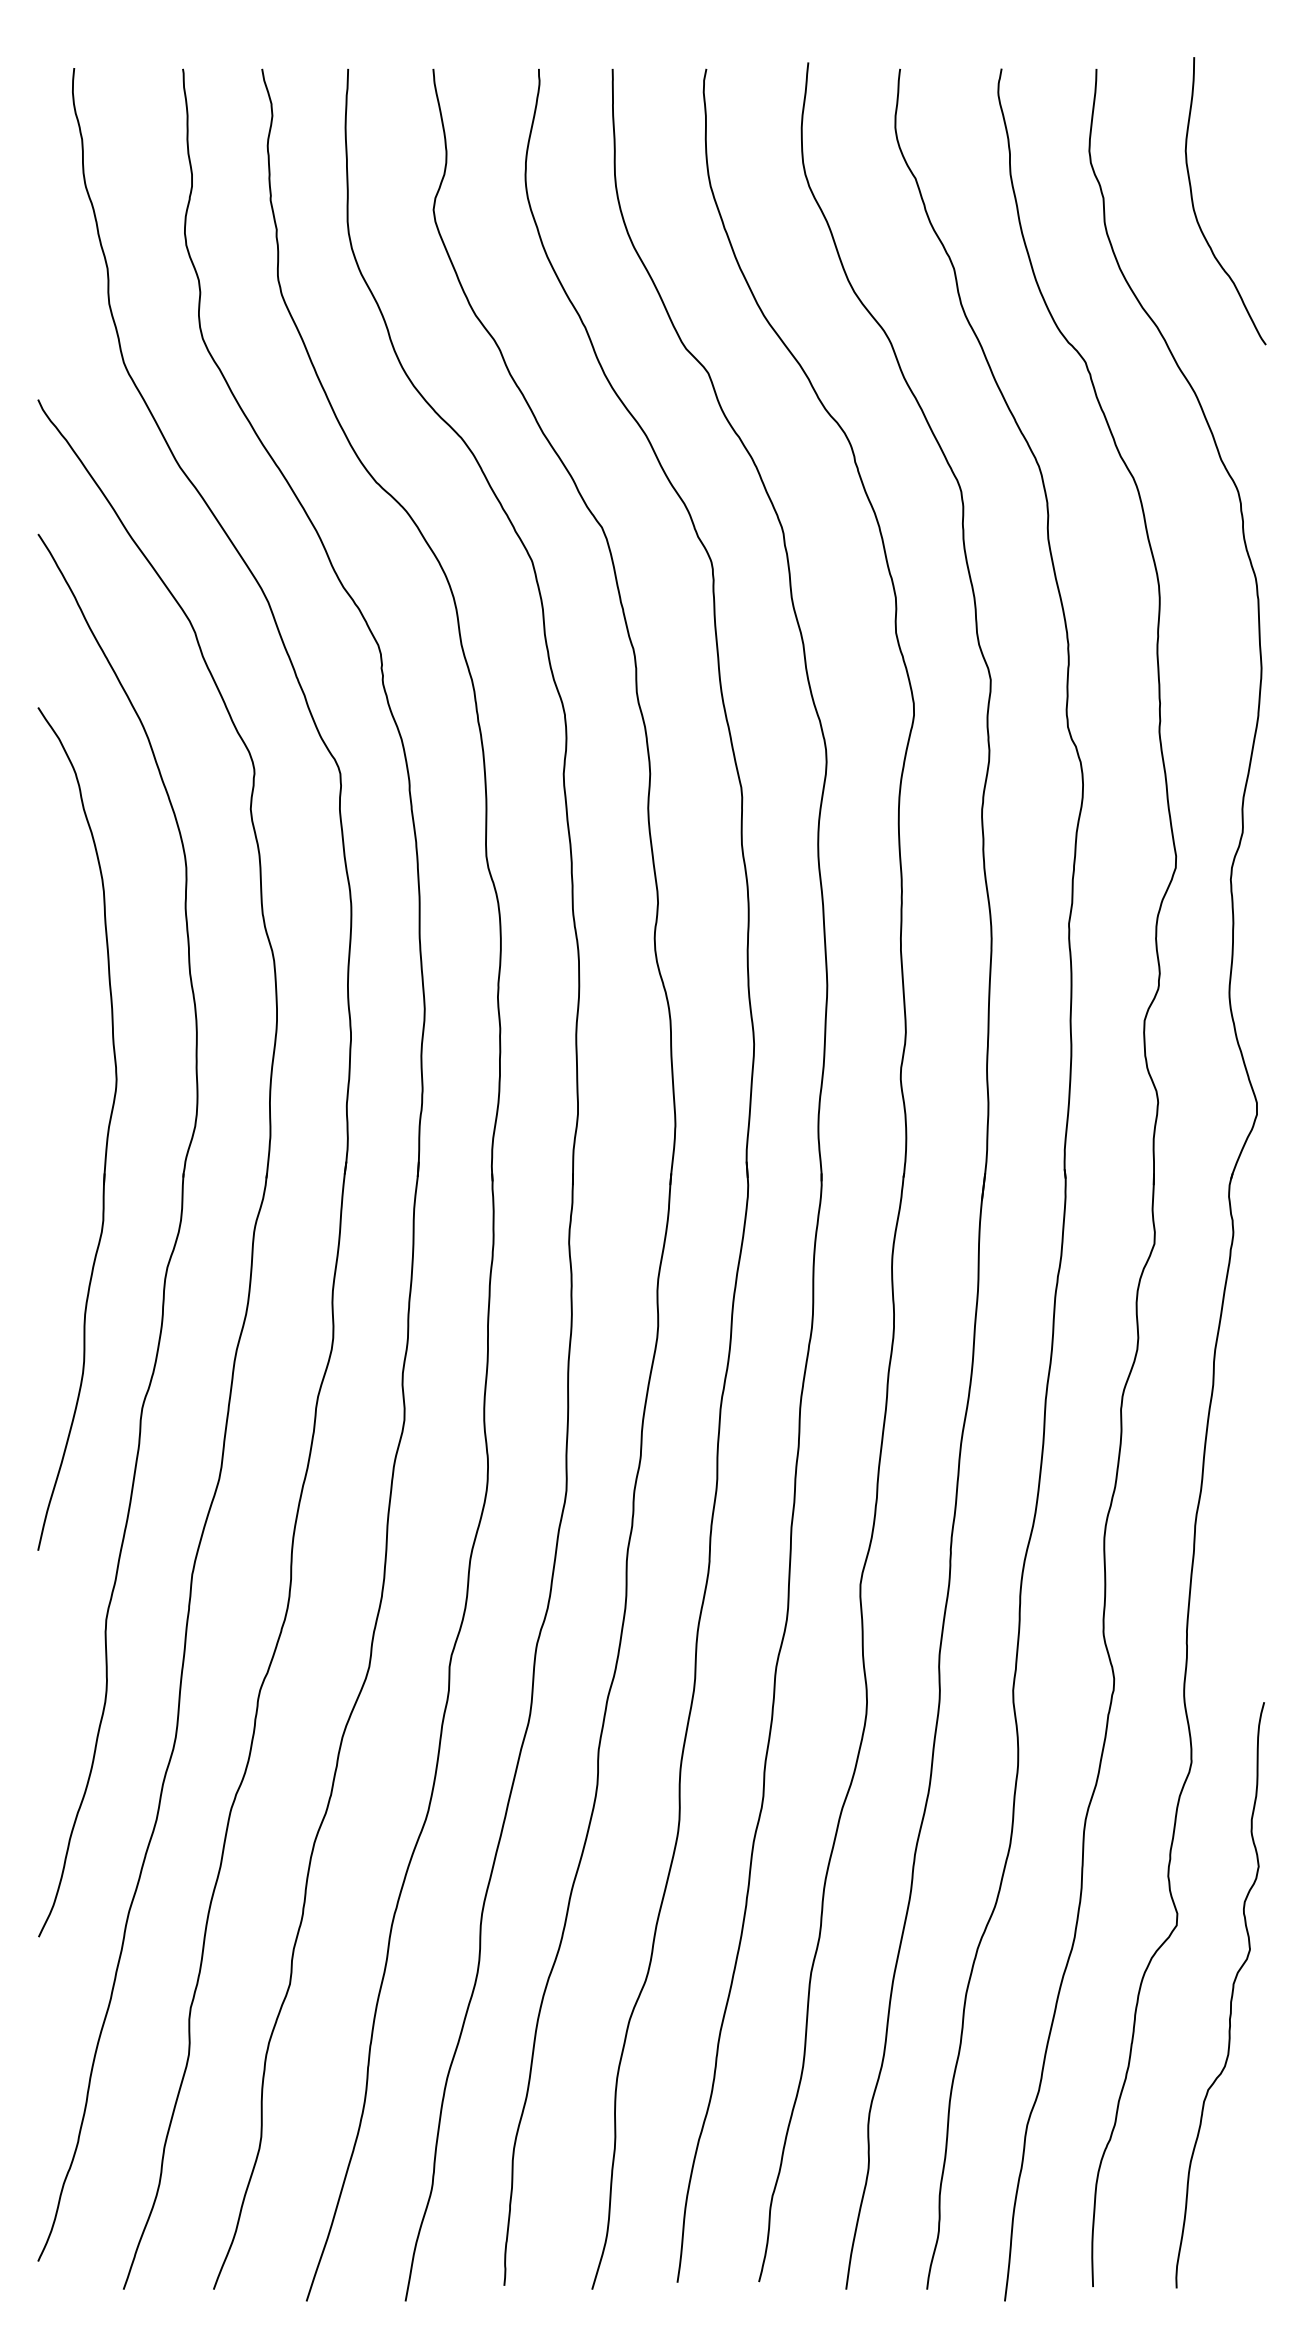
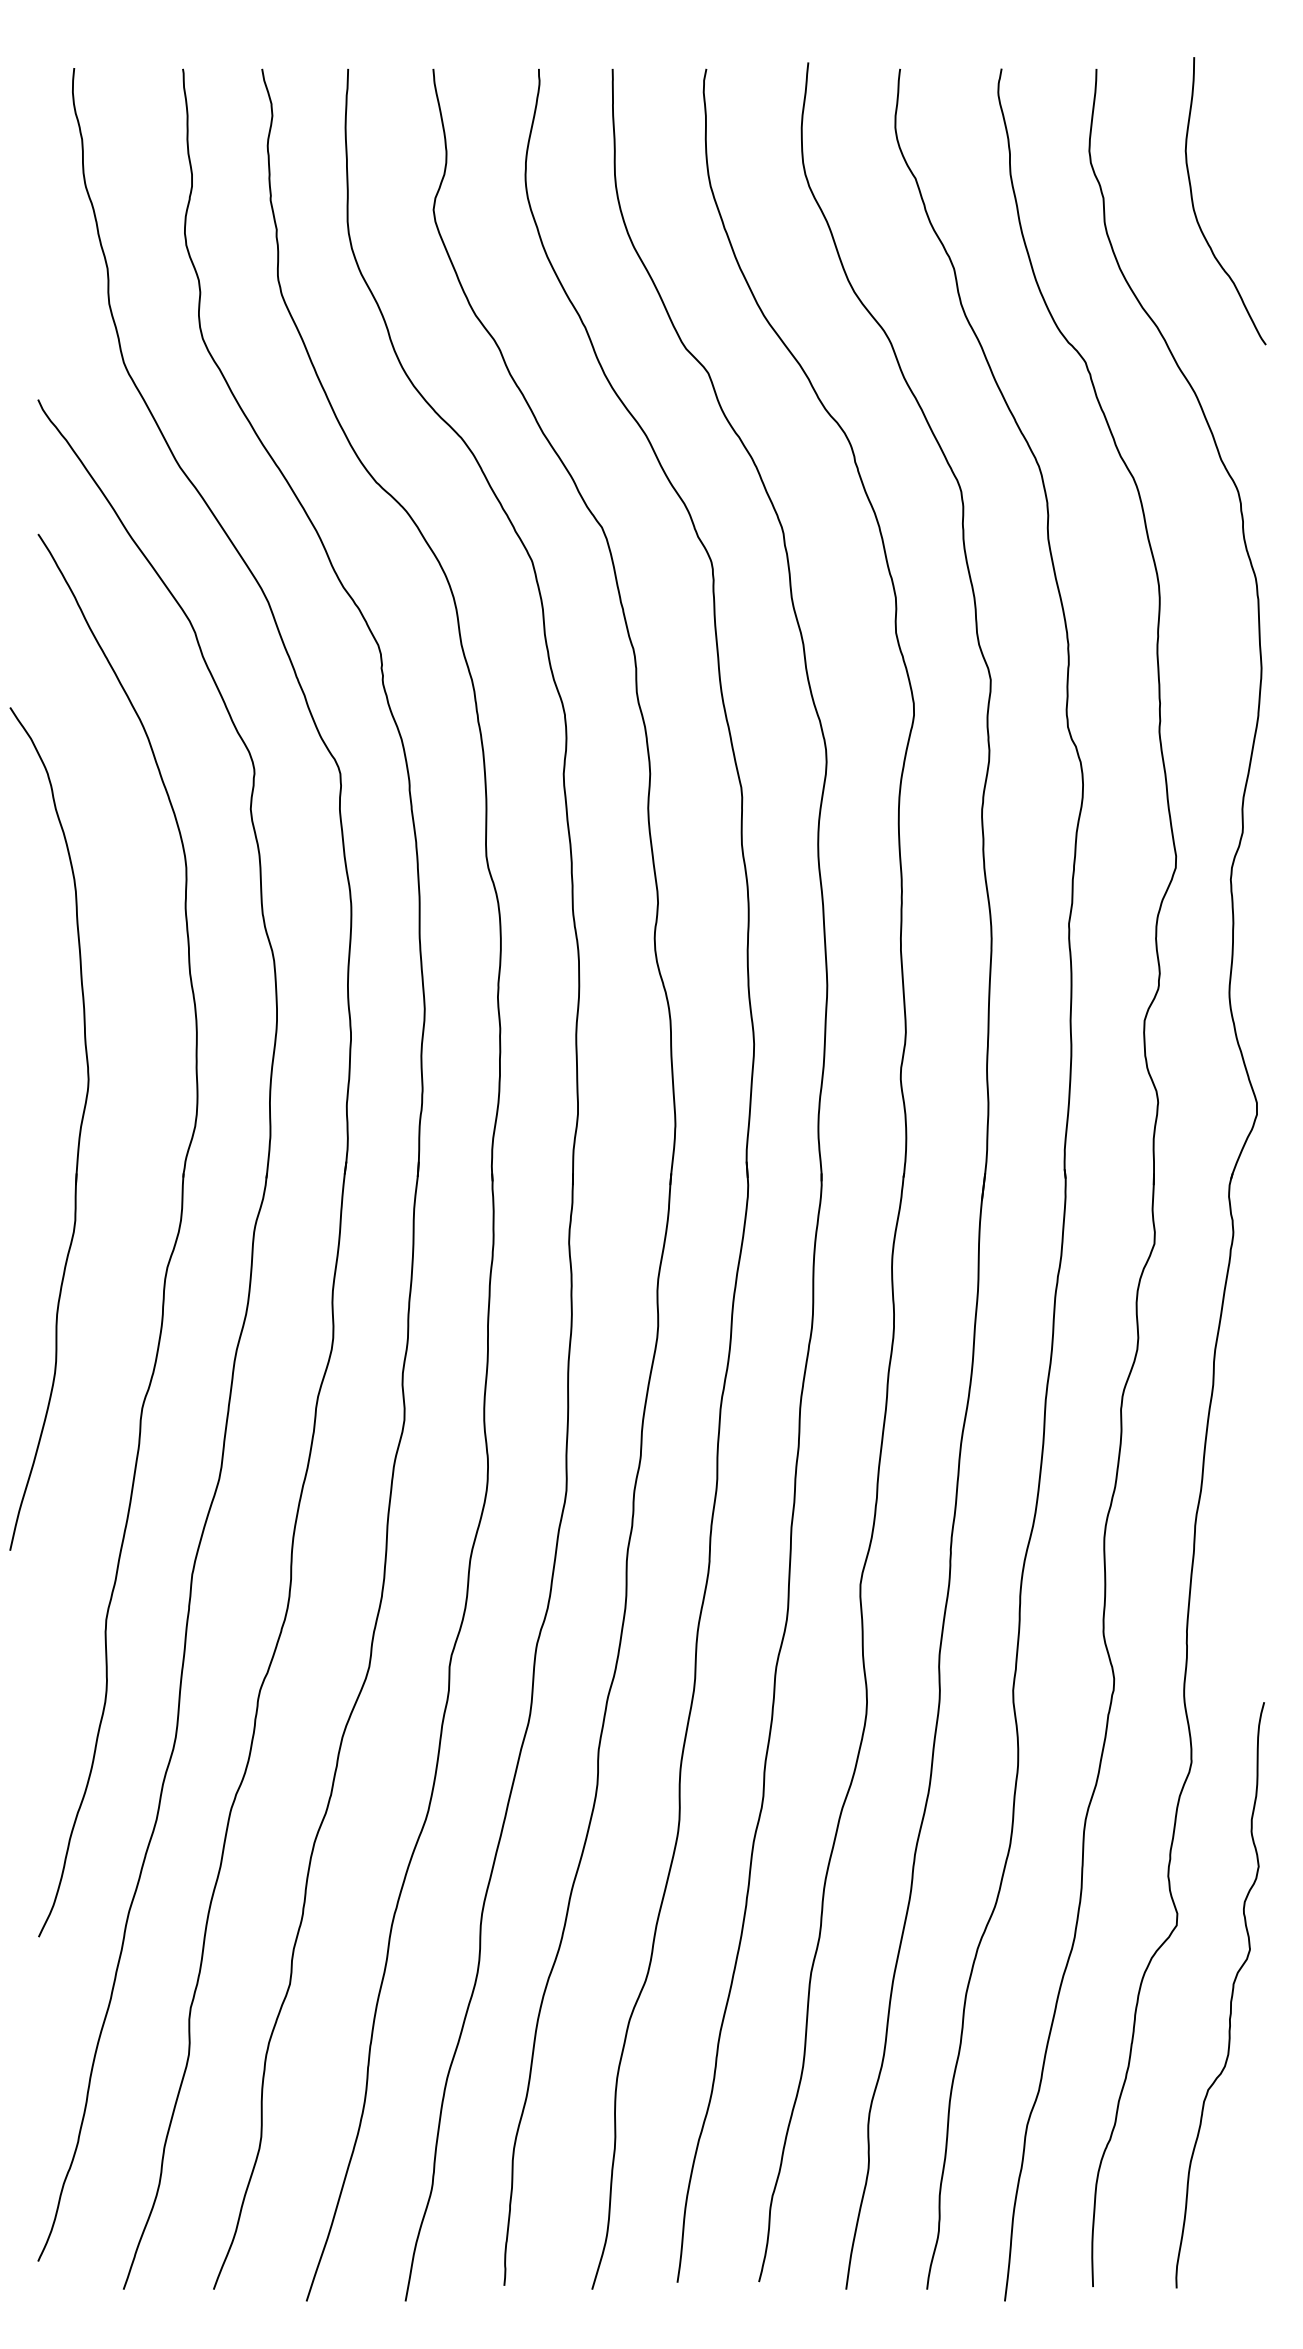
part at (107, 1128) position: (107, 1128) -> (79, 1128)
